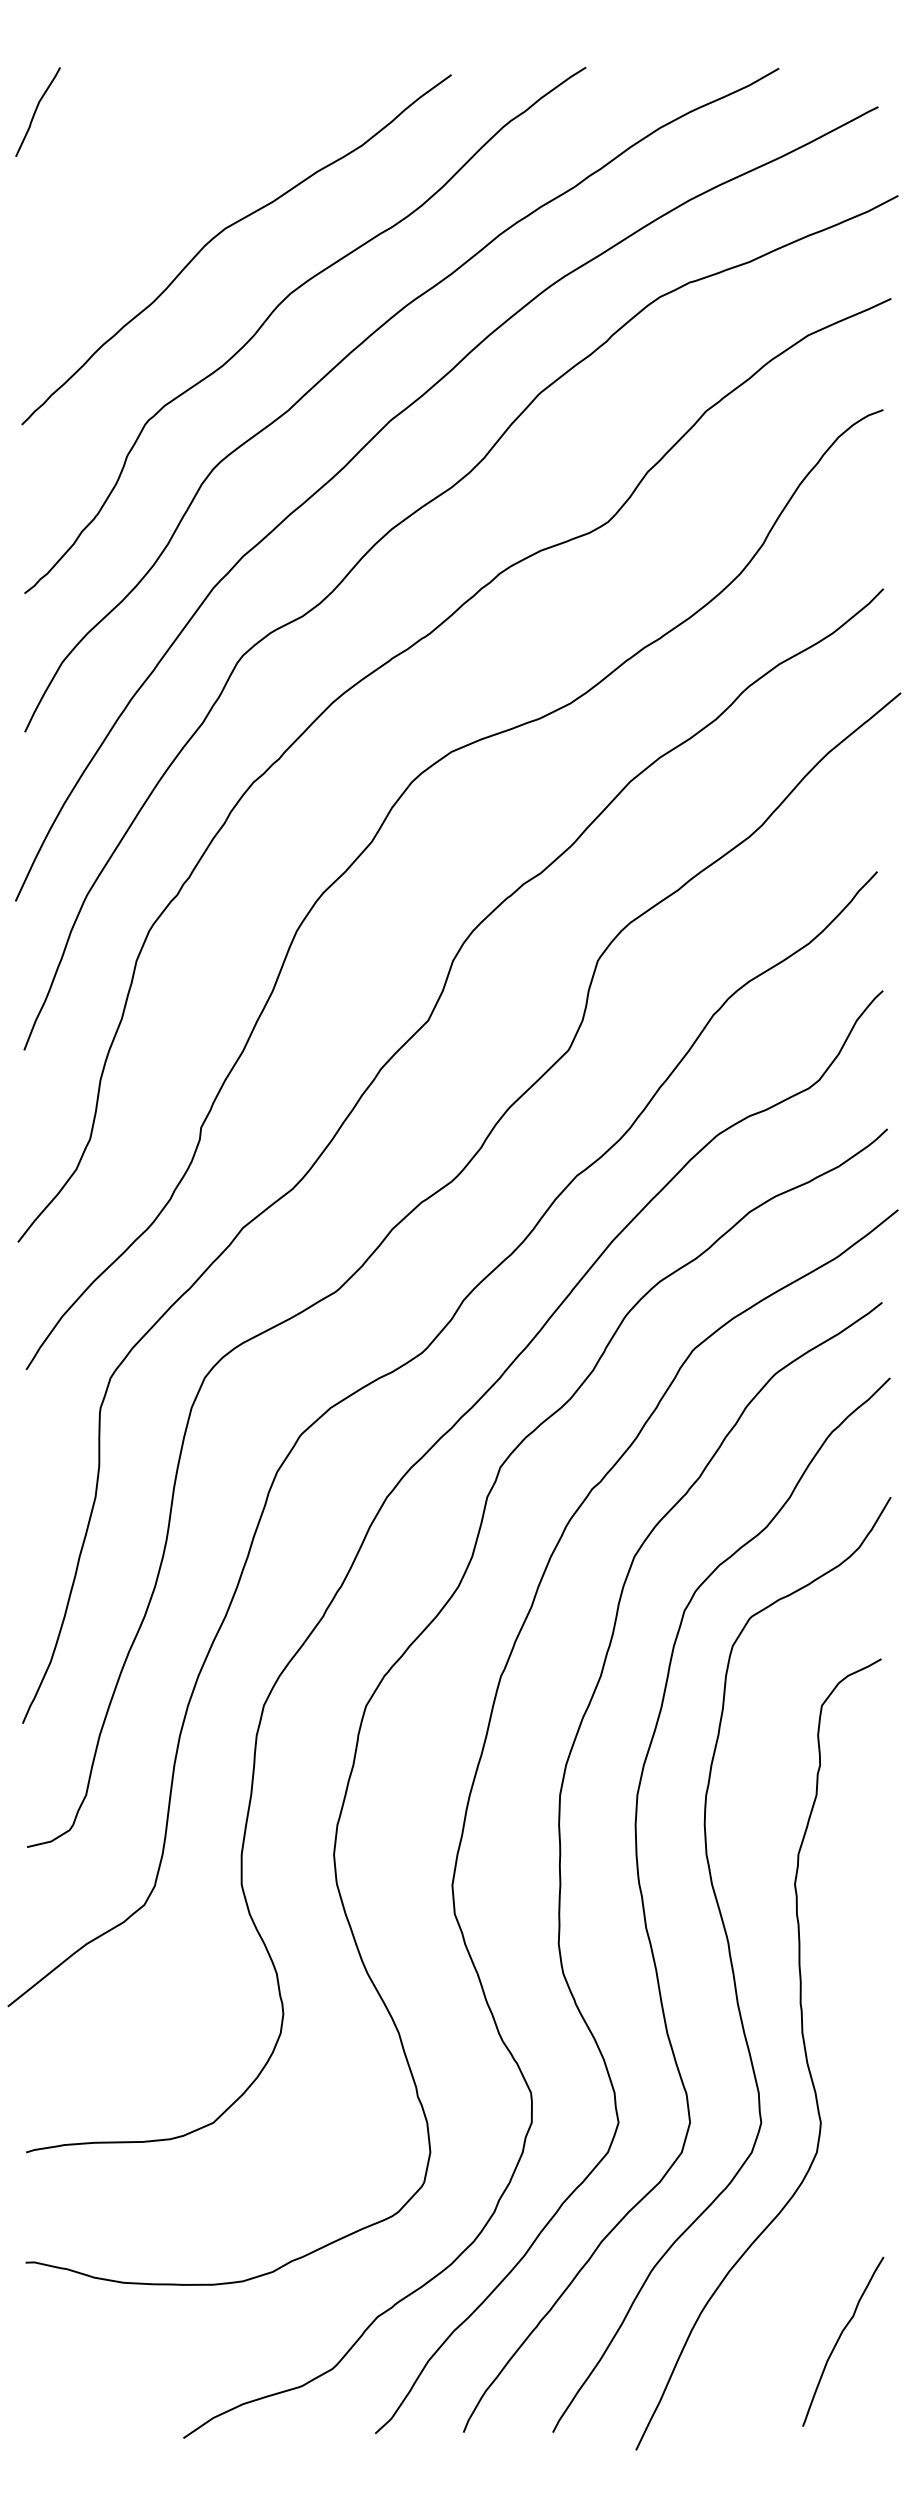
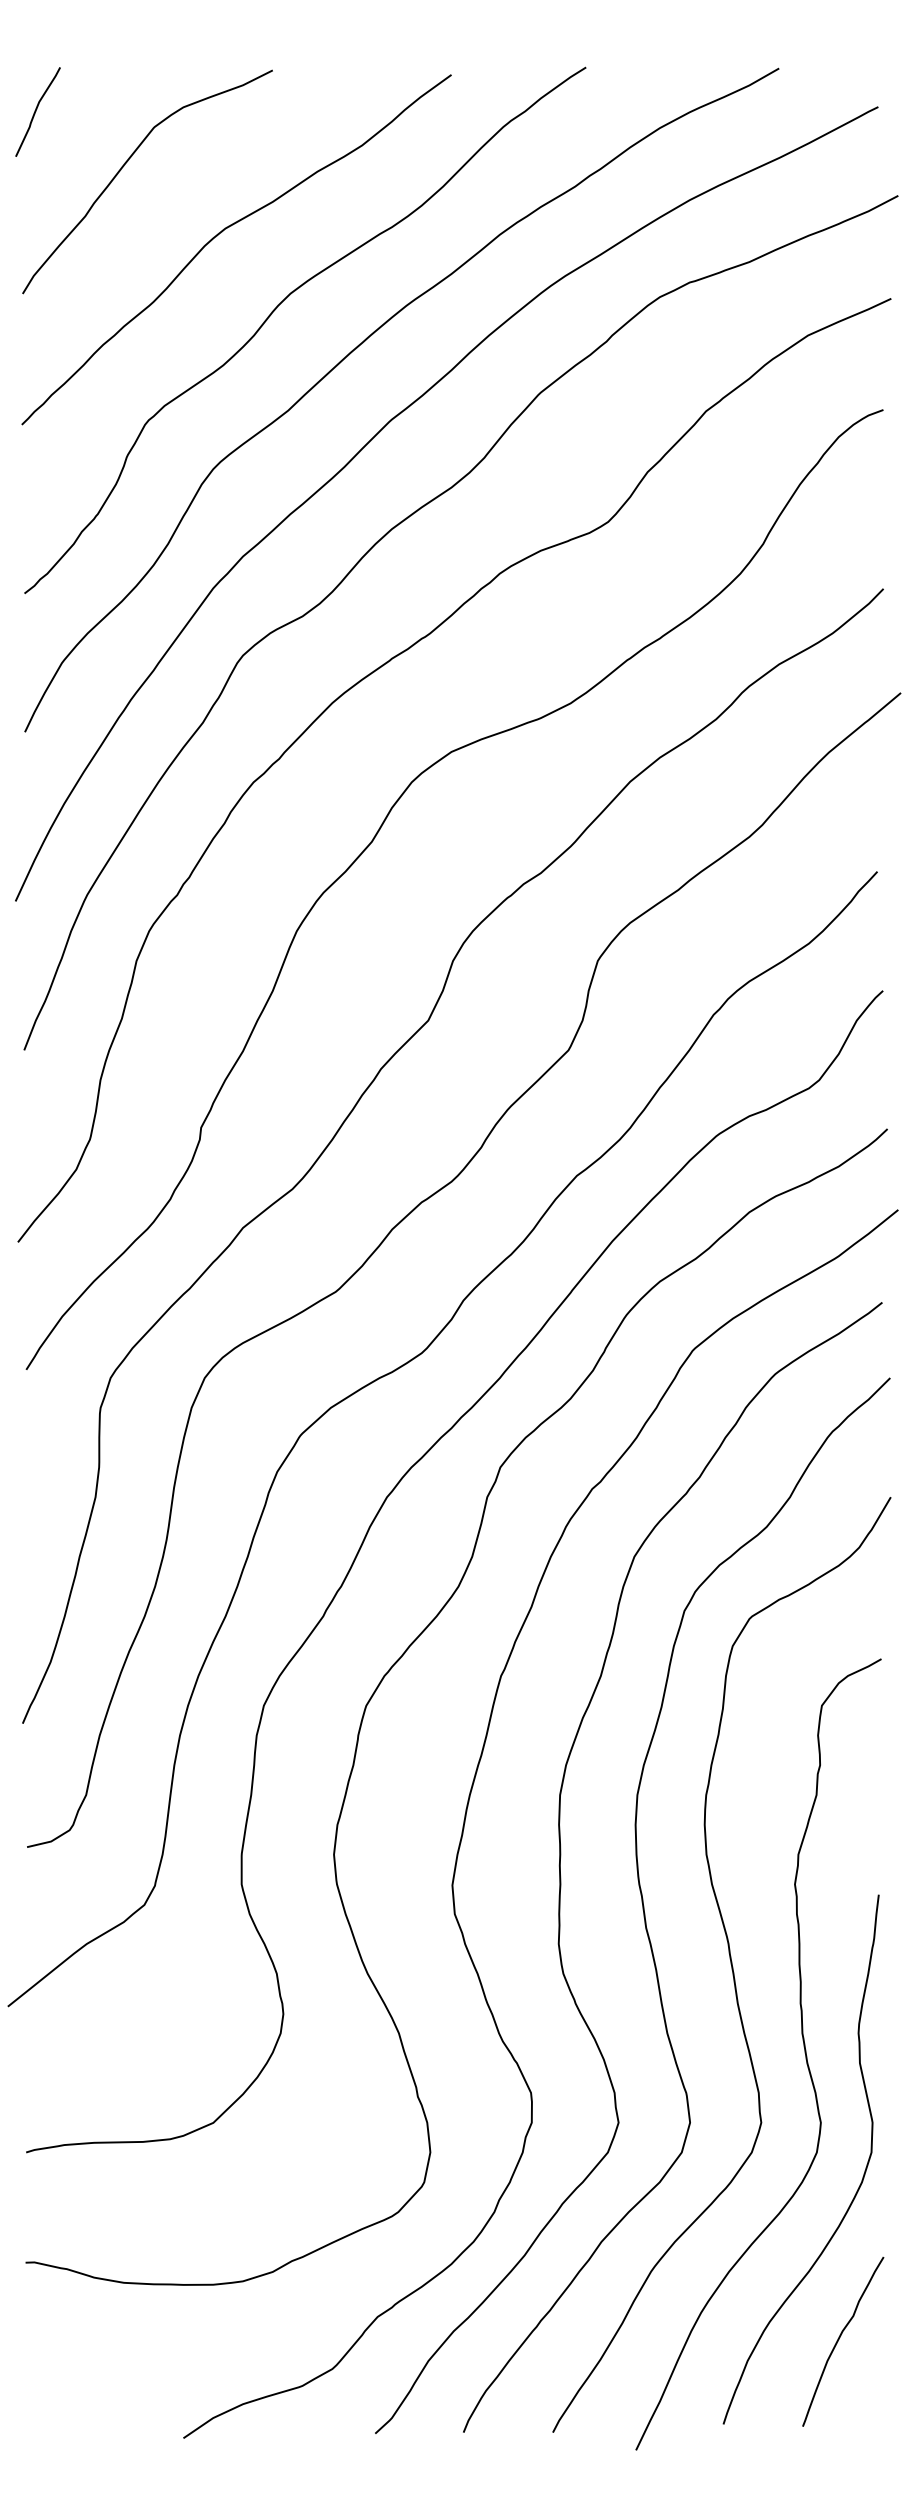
curve at (124, 166): none -> present
curve at (858, 2186): none -> present
